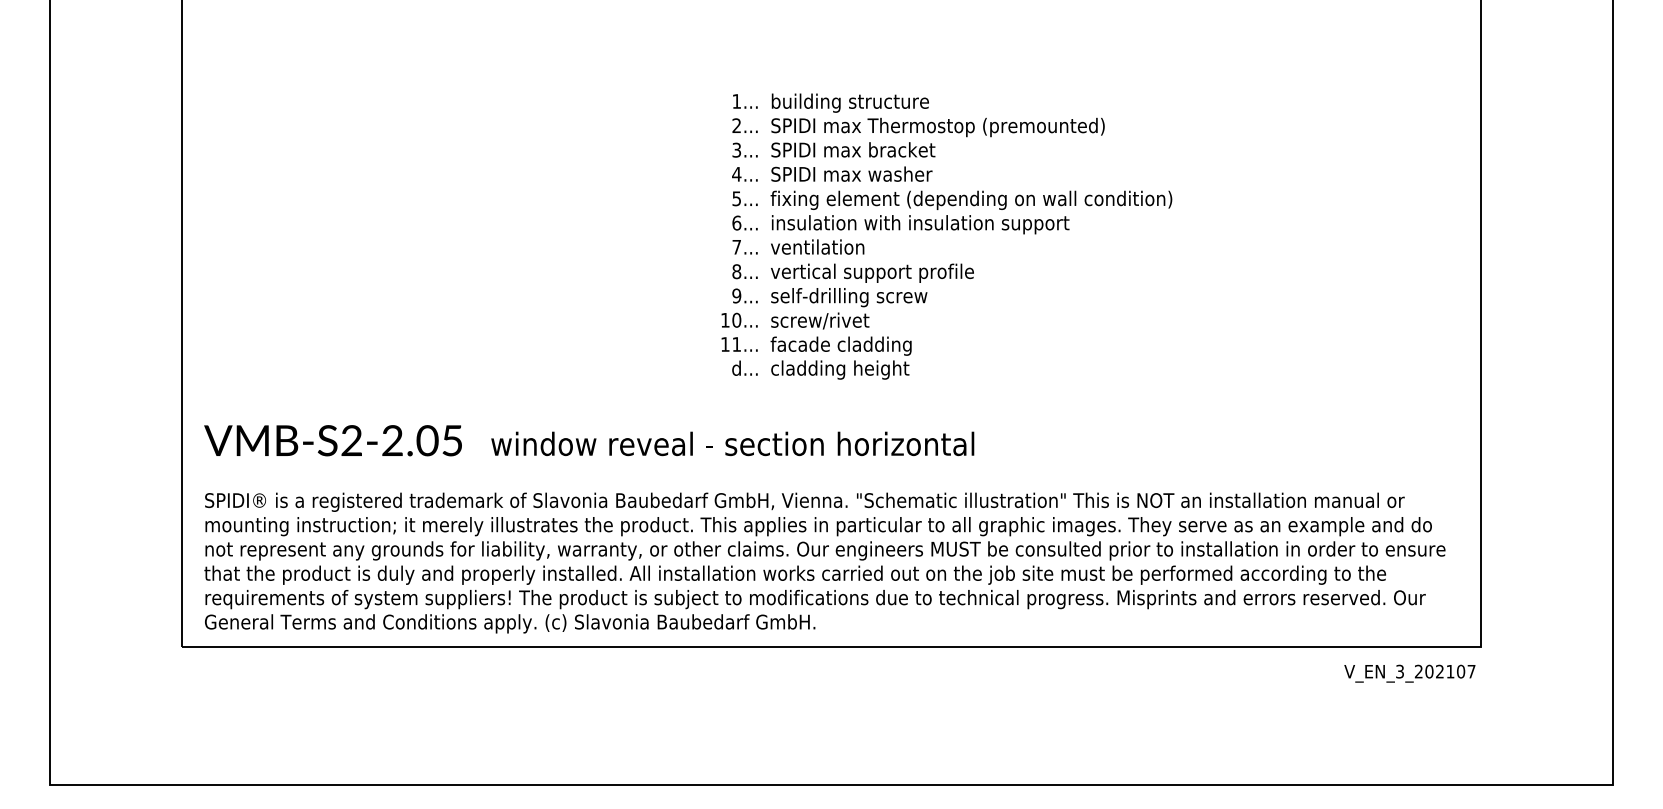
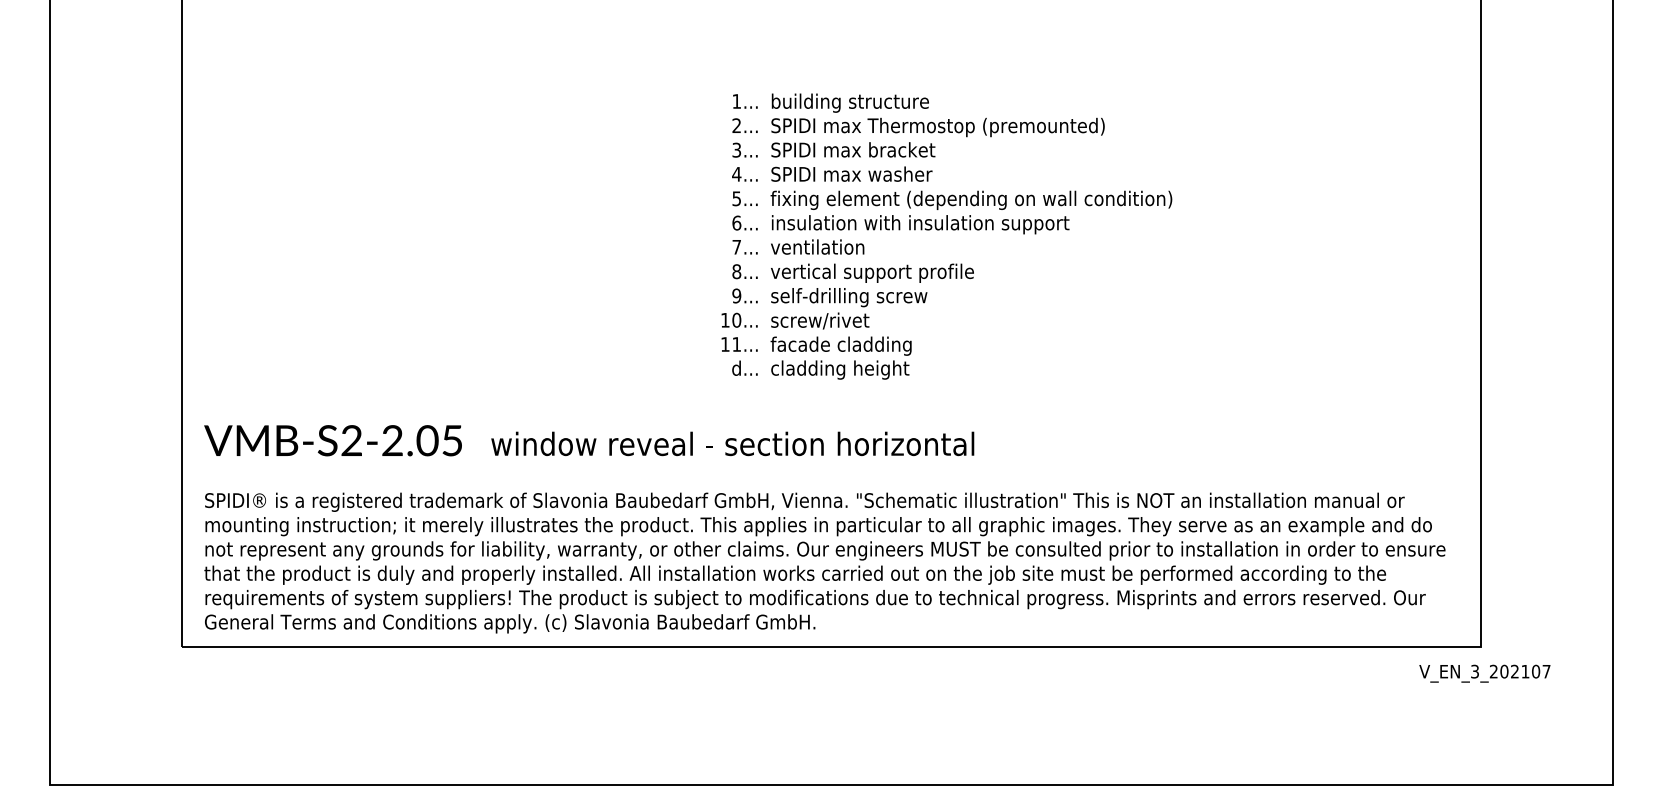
text at (1409, 673) position: (1409, 673) -> (1484, 673)
